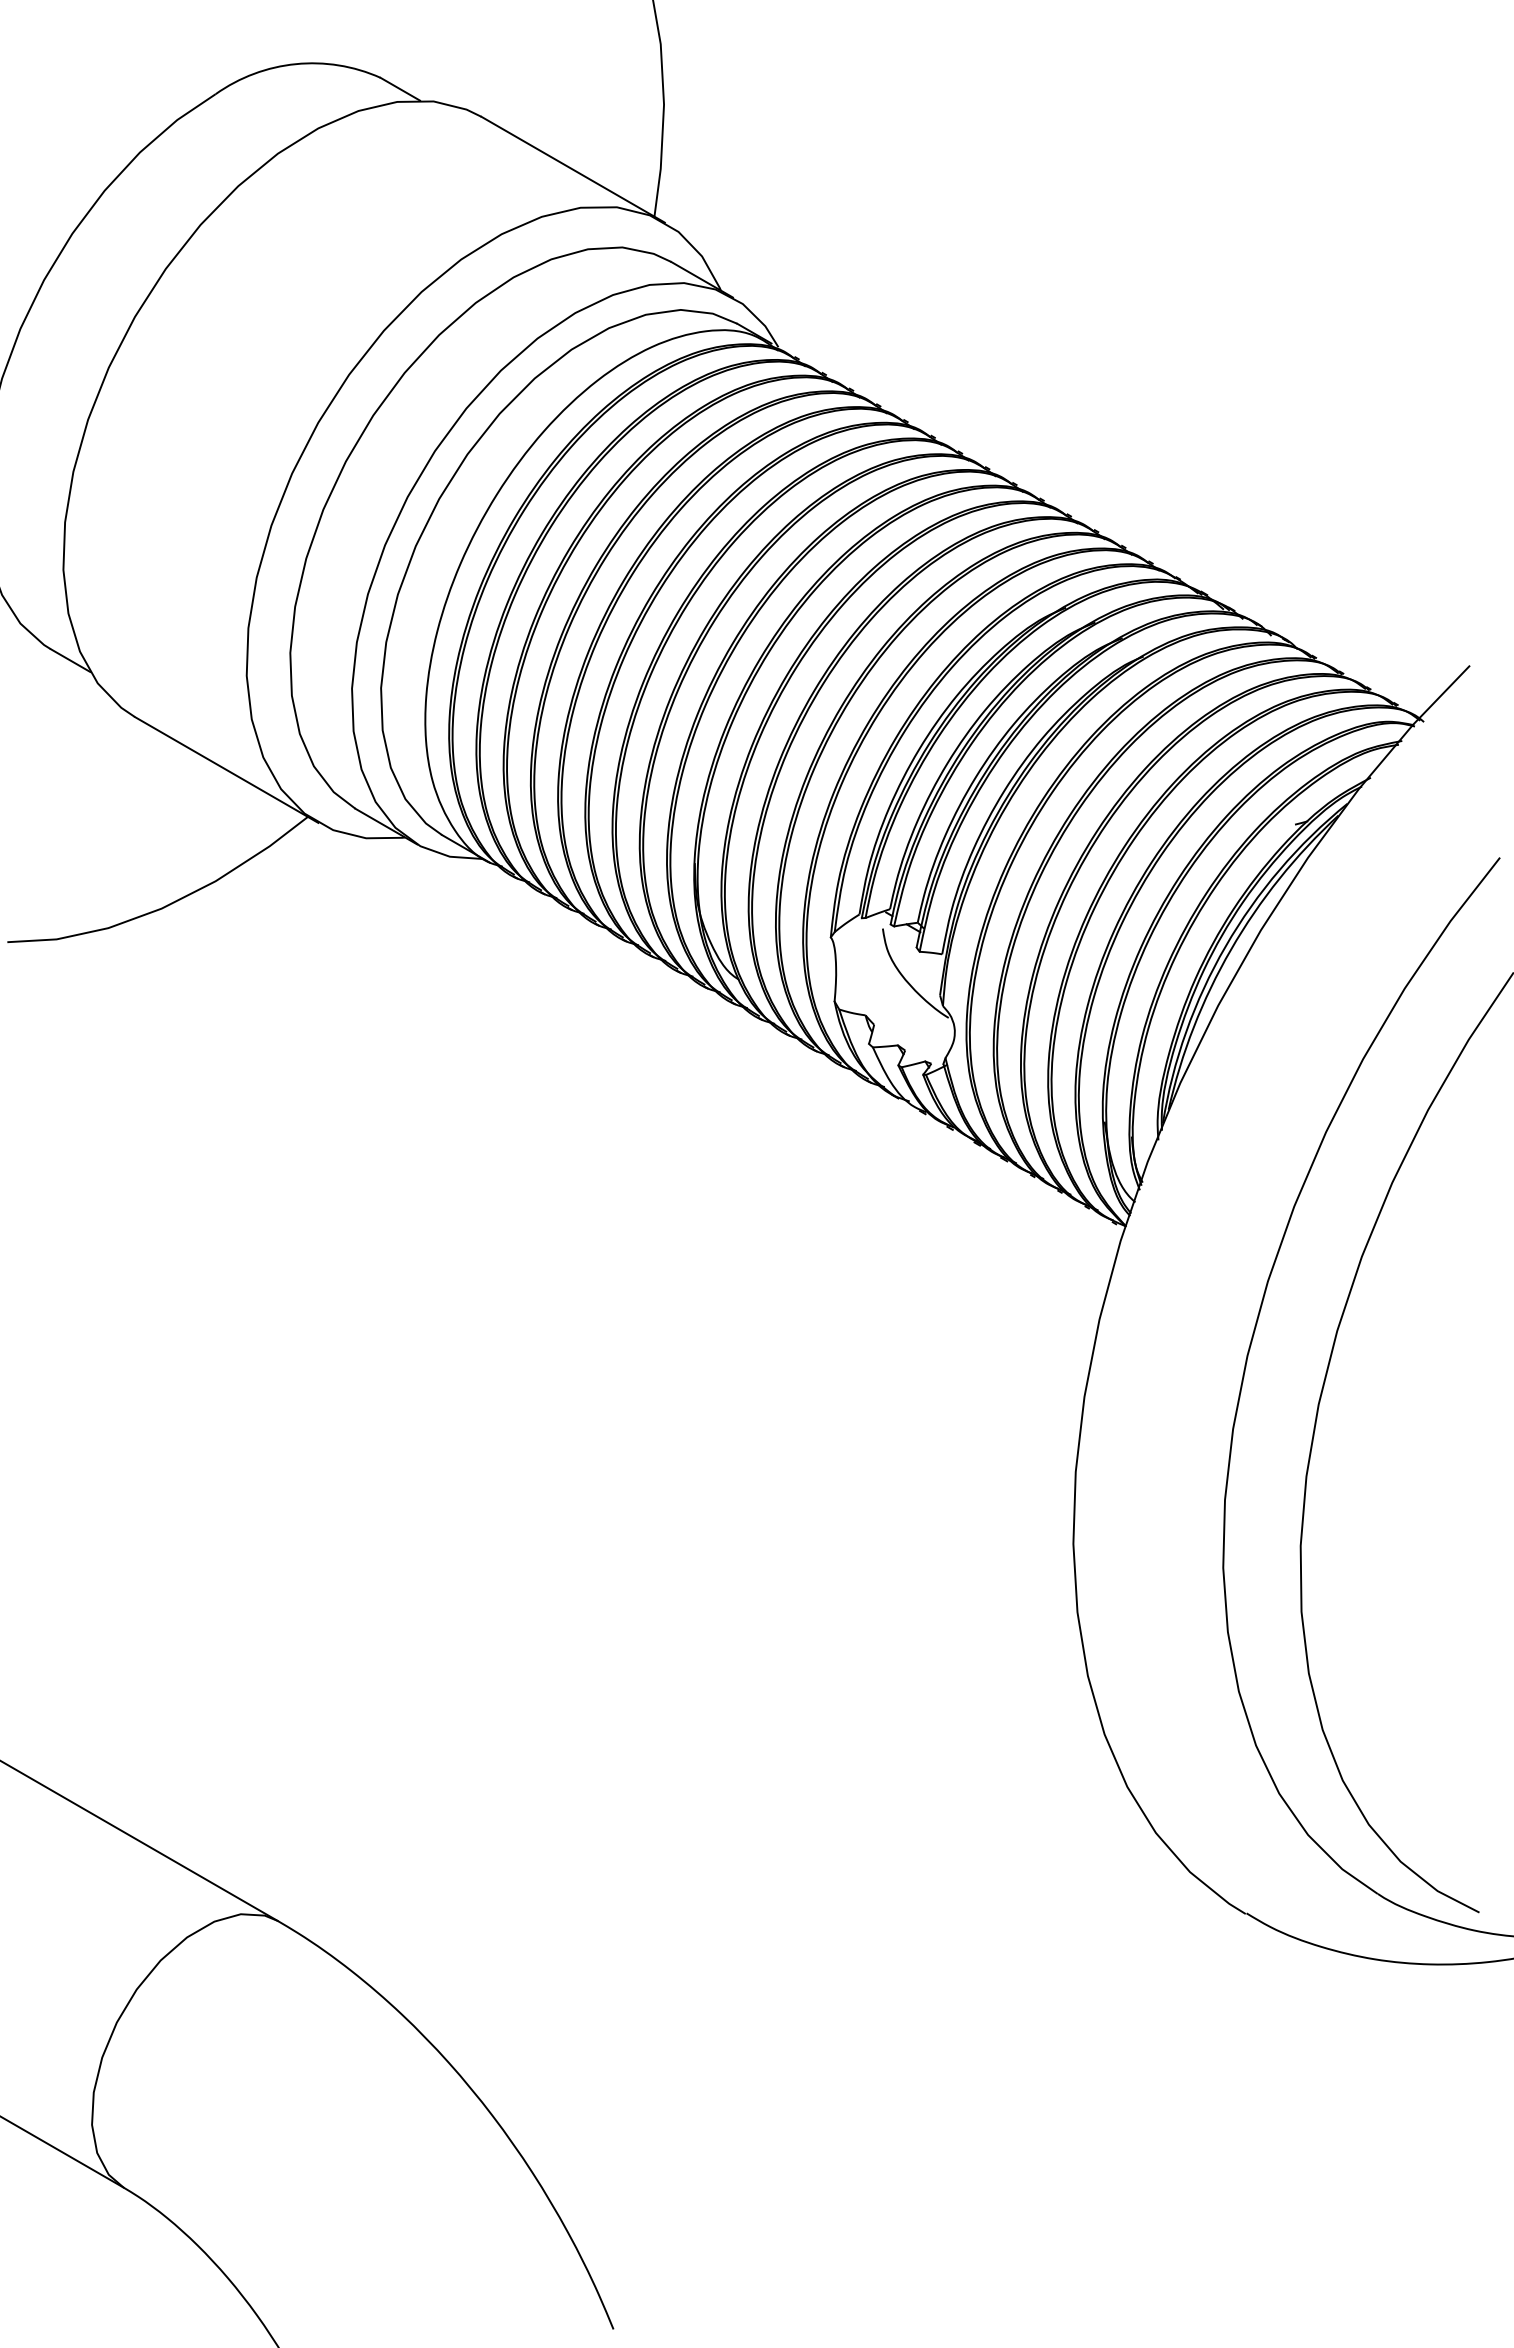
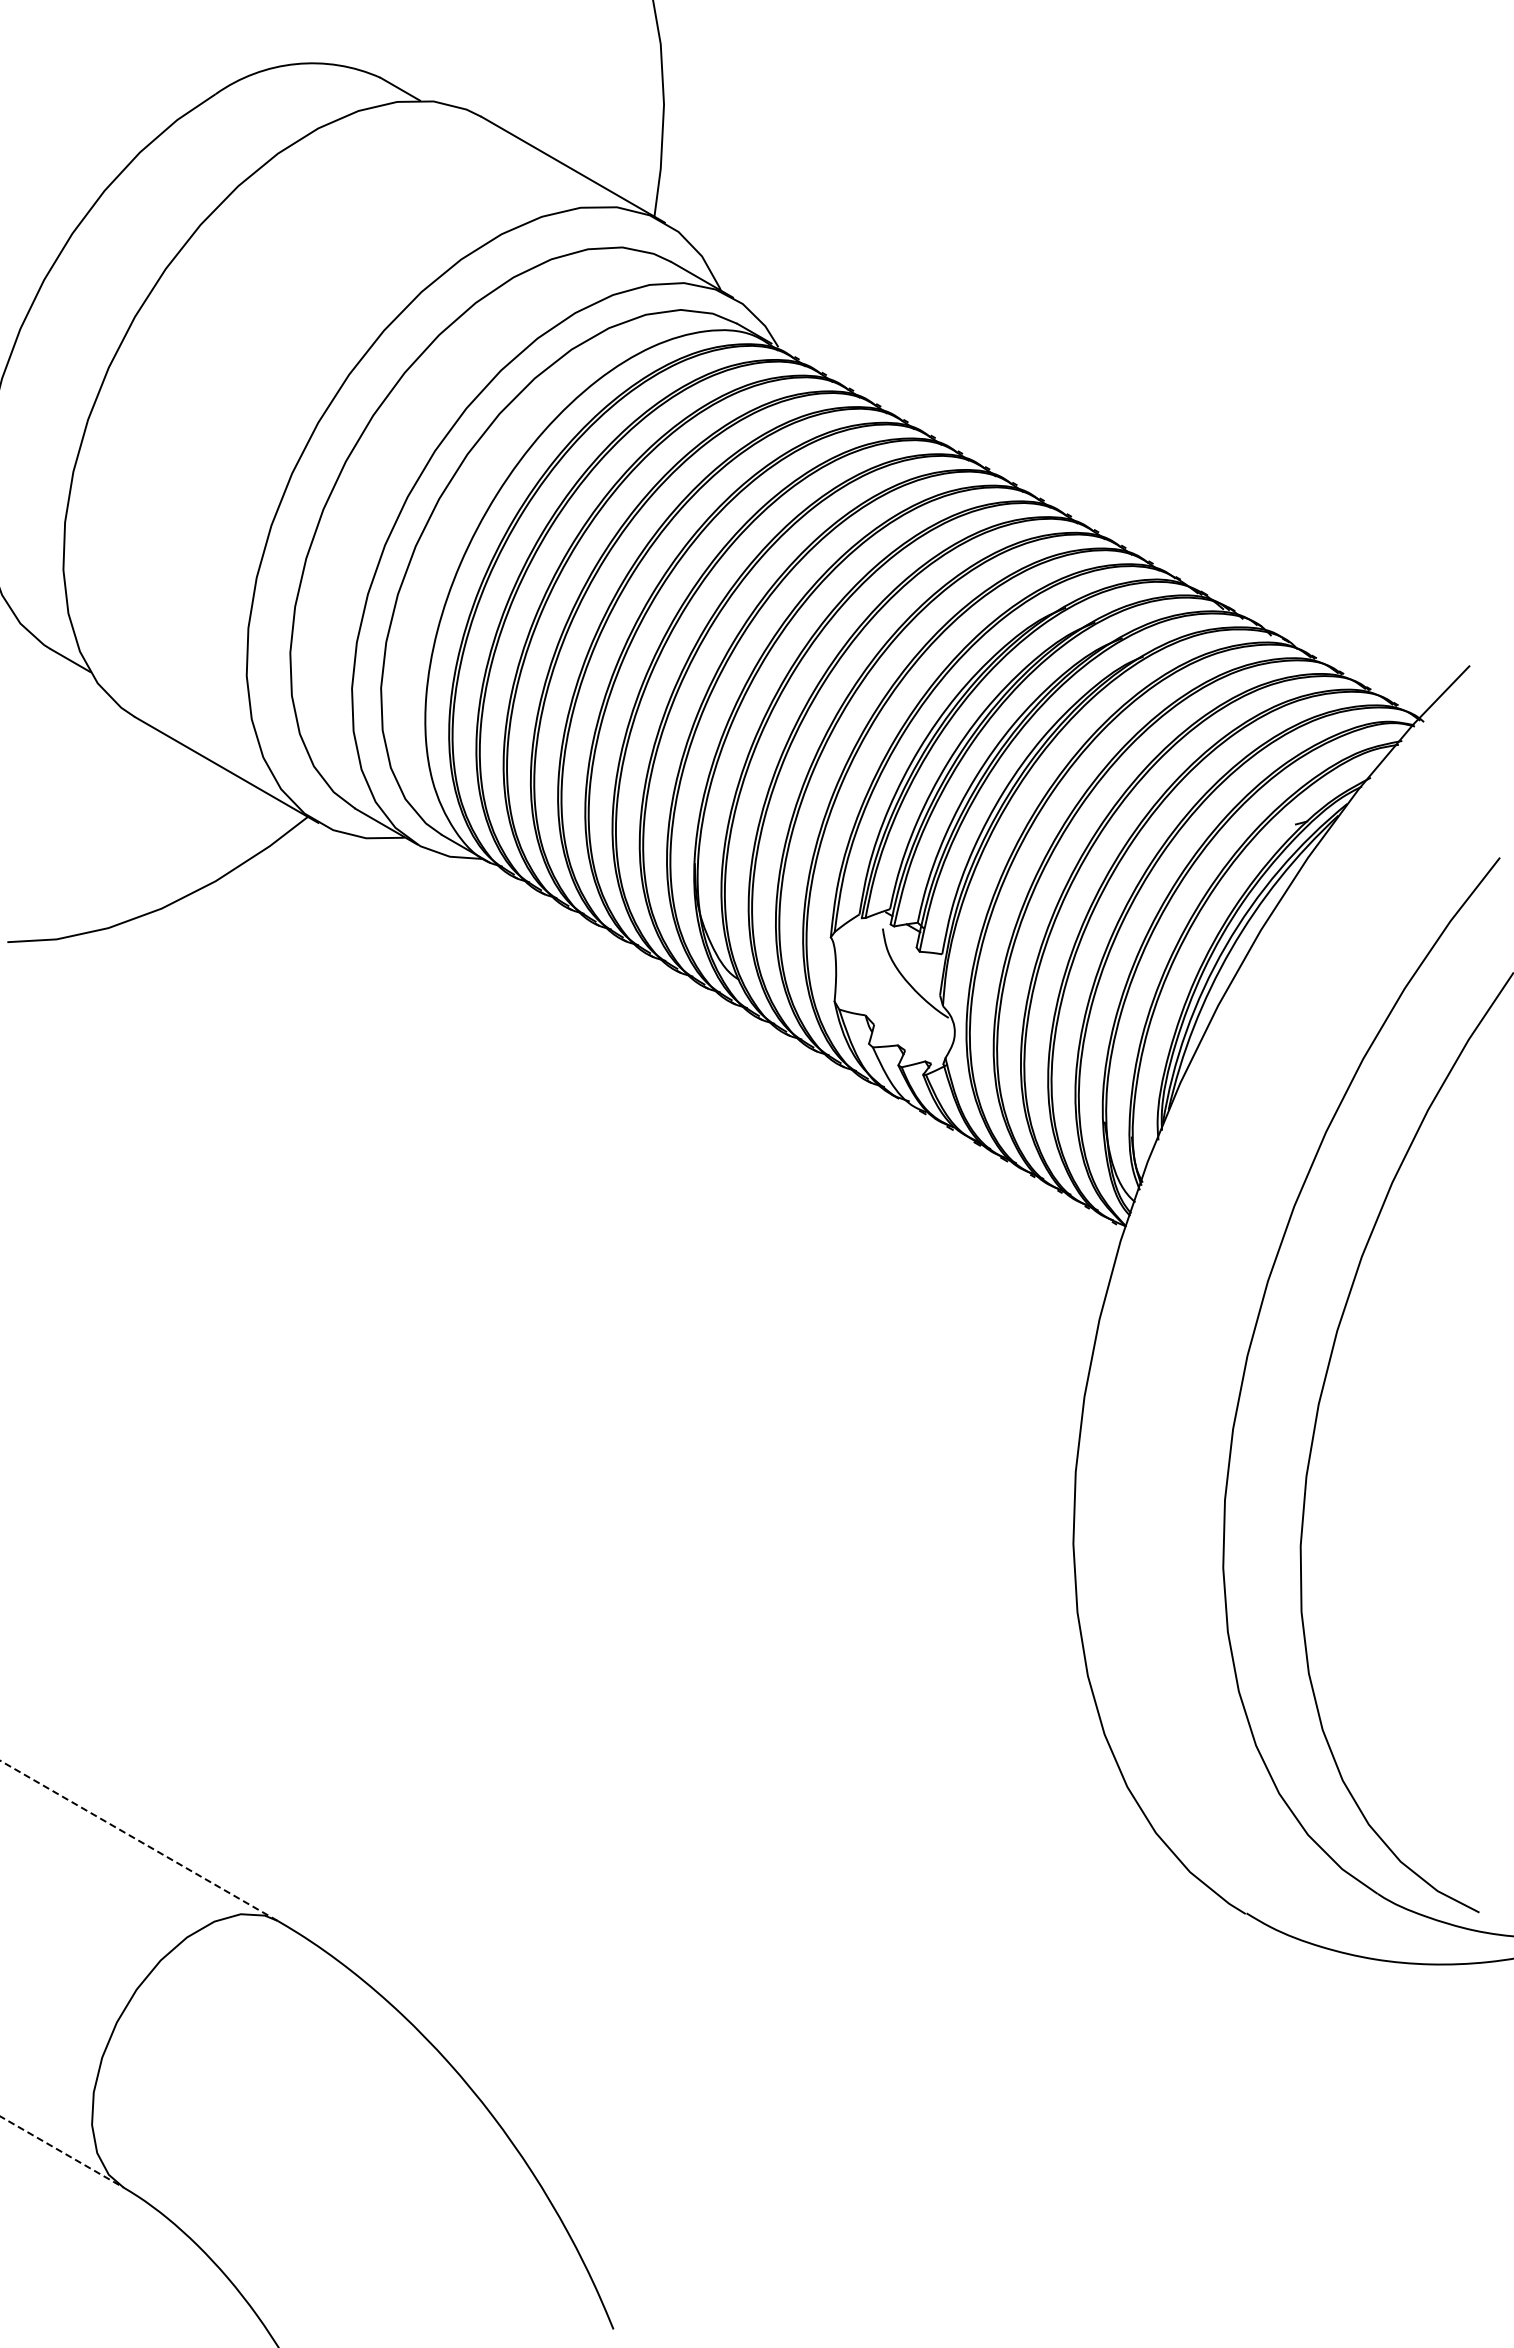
line at (138, 1840): solid -> dashed
line at (62, 2152): solid -> dashed
